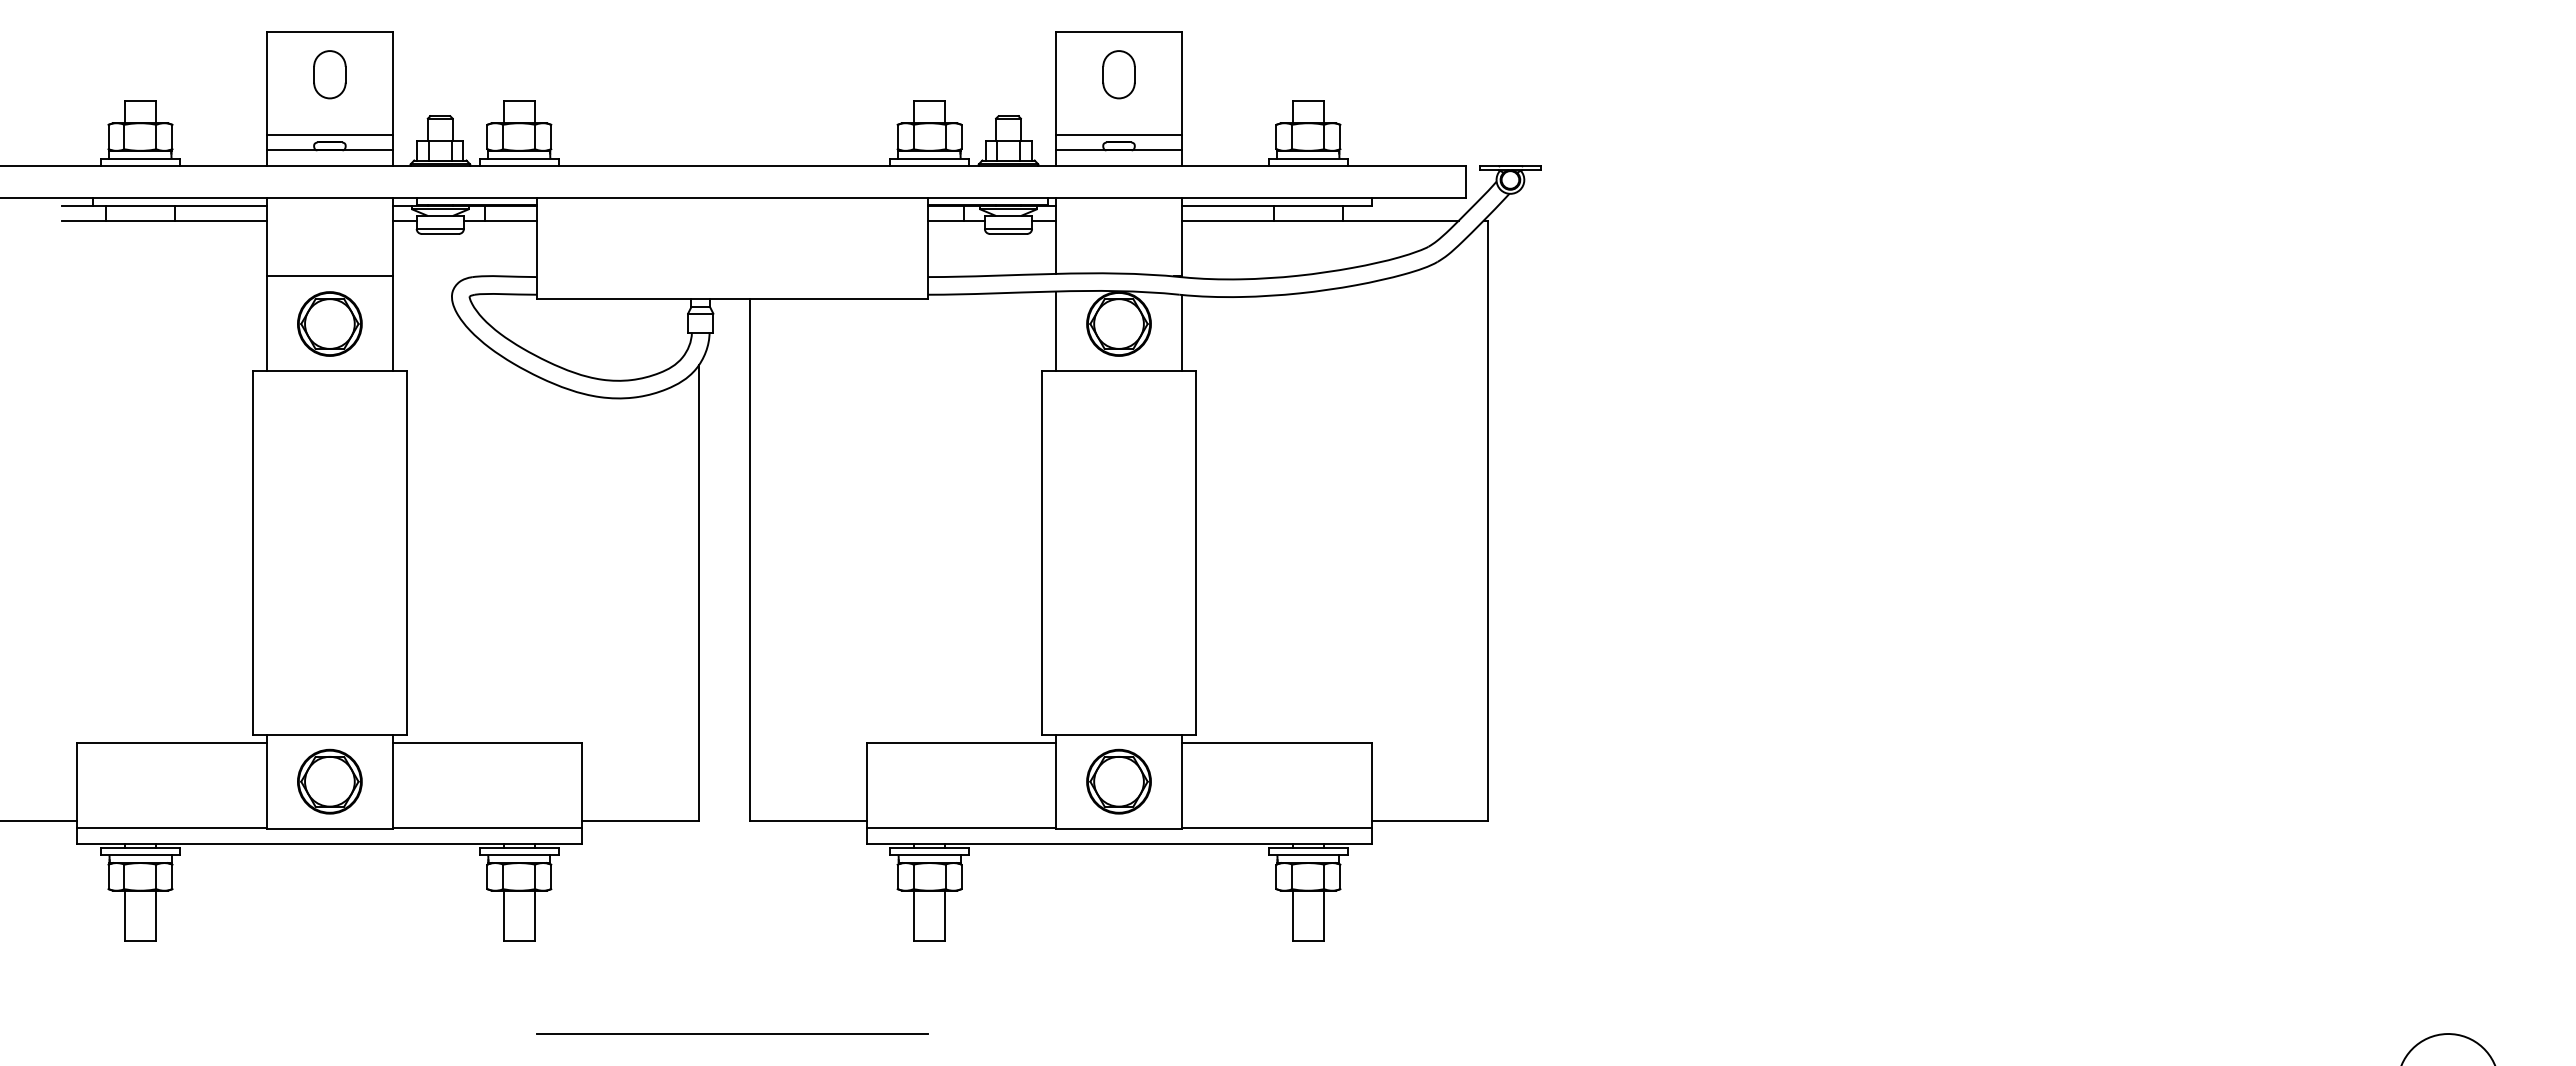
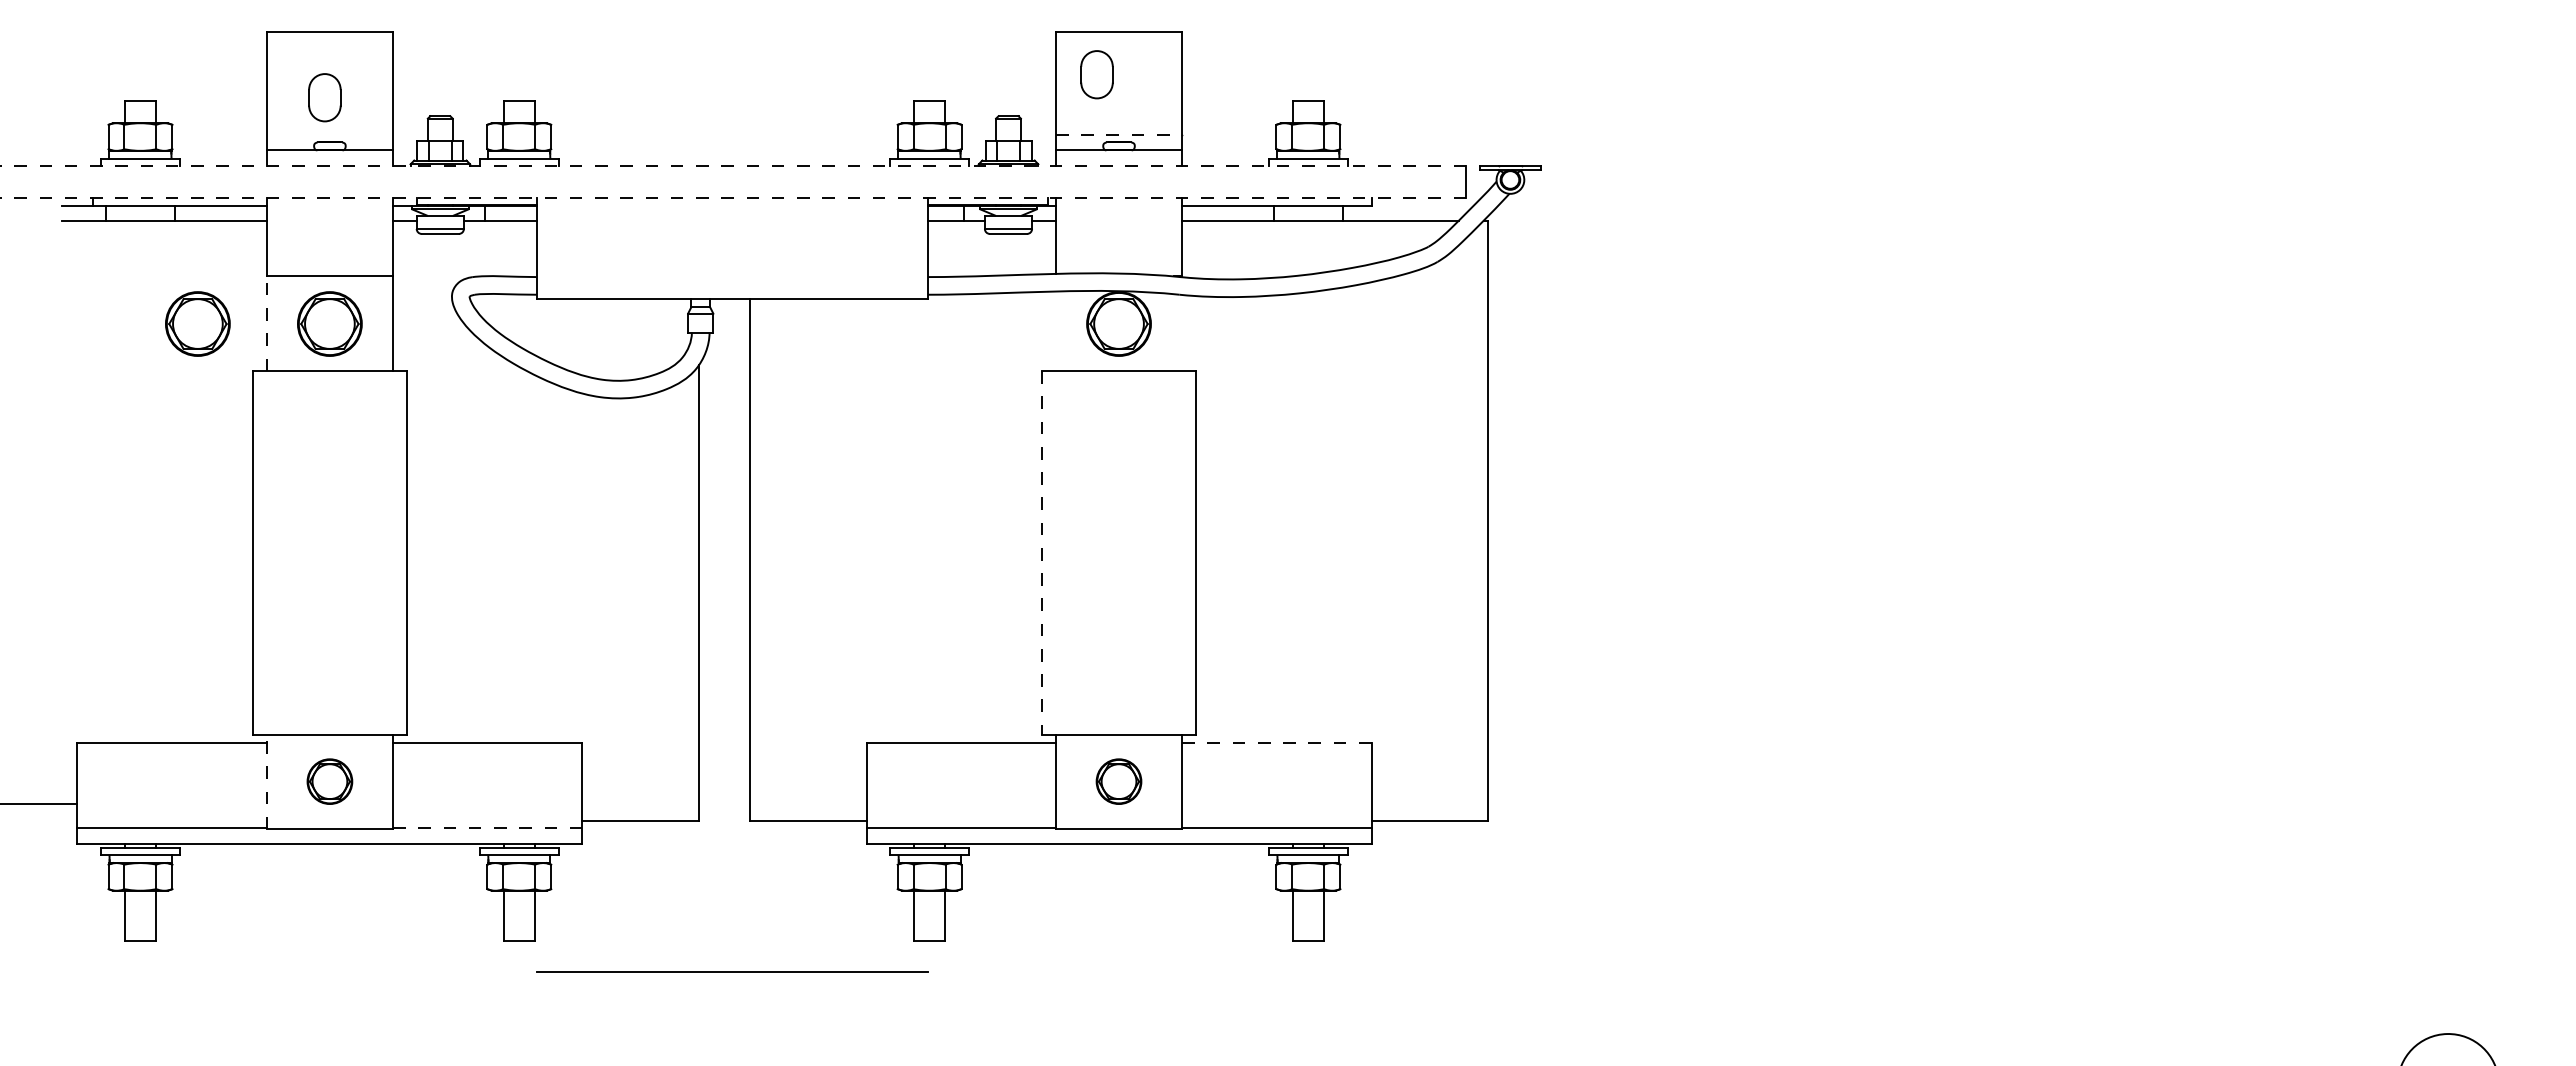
part at (329, 74) position: (329, 74) -> (324, 97)
part at (1118, 74) position: (1118, 74) -> (1096, 74)
line at (329, 134): present -> none
line at (1119, 134): solid -> dashed
line at (733, 166): solid -> dashed
line at (733, 197): solid -> dashed
part at (197, 323): none -> present
line at (266, 323): solid -> dashed
line at (1055, 331): present -> none
line at (1182, 333): present -> none
line at (1042, 552): solid -> dashed
line at (1276, 742): solid -> dashed
line at (266, 781): solid -> dashed
part at (329, 781) size: 66x67 px -> 48x47 px
part at (1118, 781) size: 66x67 px -> 48x47 px
line at (39, 820) position: (39, 820) -> (39, 803)
line at (487, 827): solid -> dashed
line at (732, 1033) position: (732, 1033) -> (732, 971)
